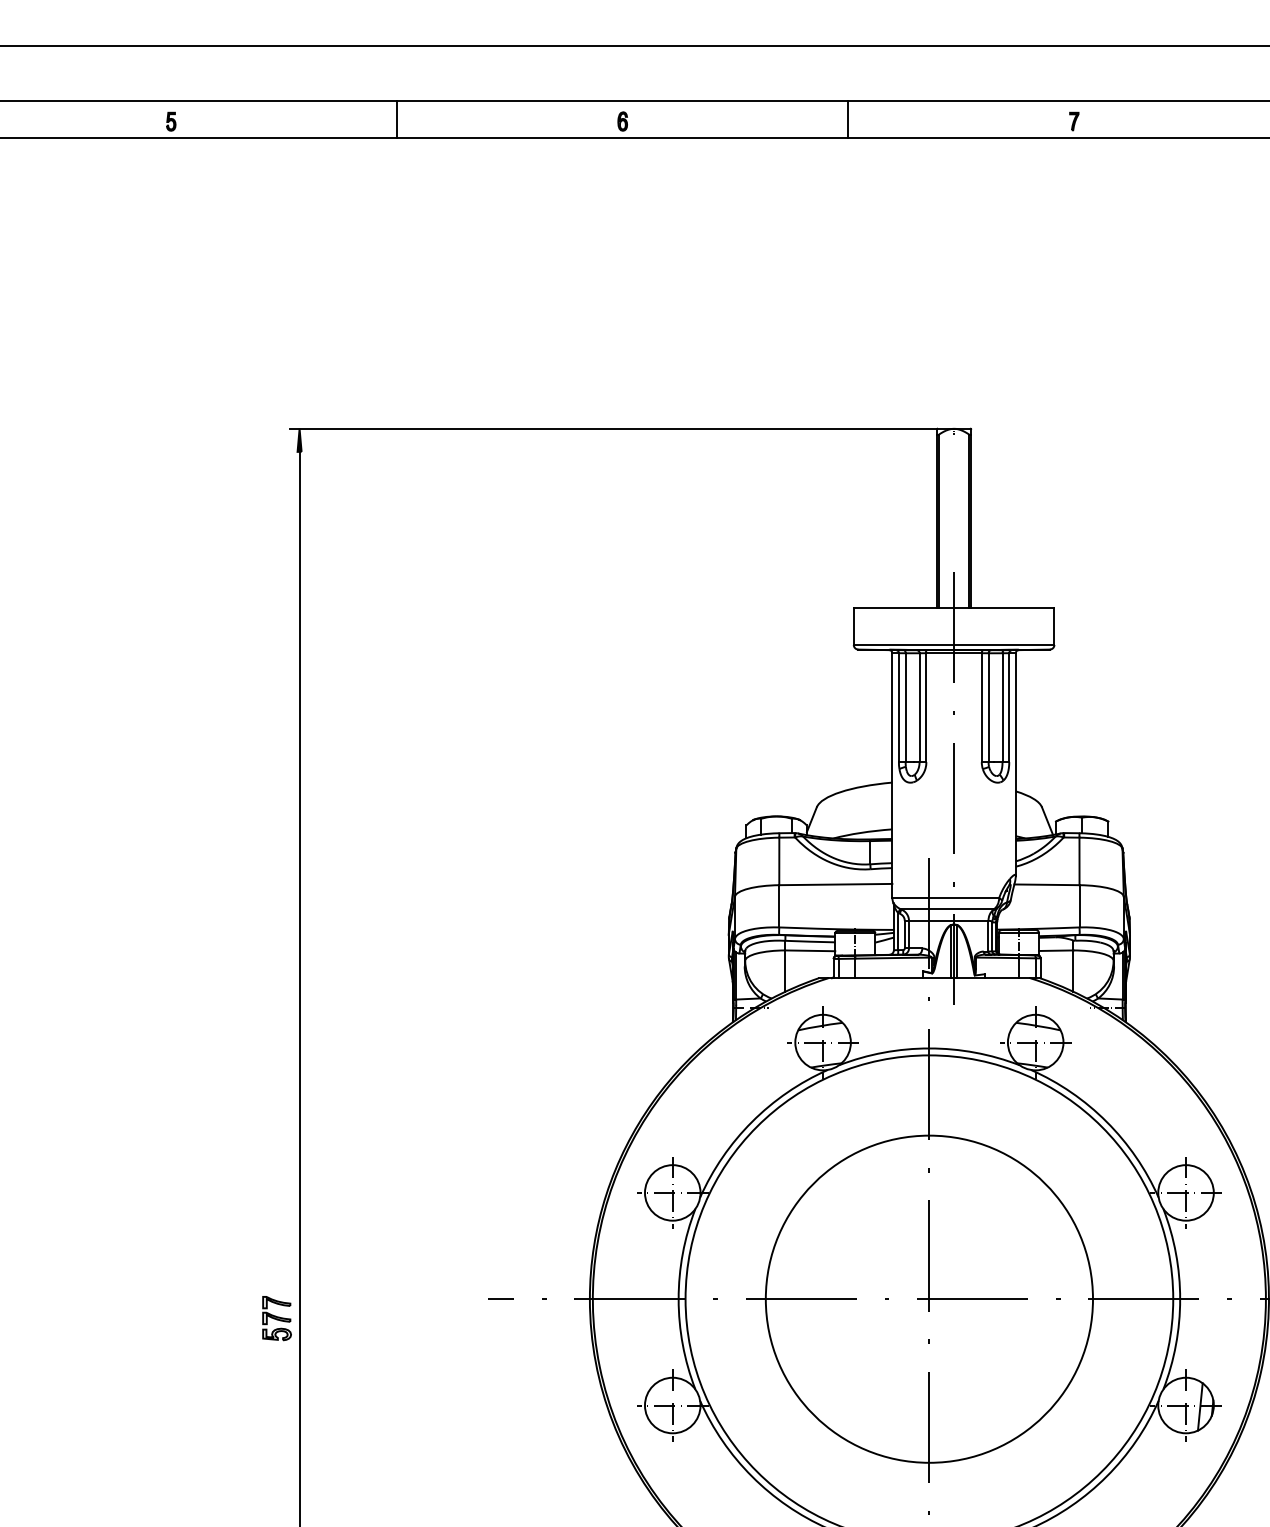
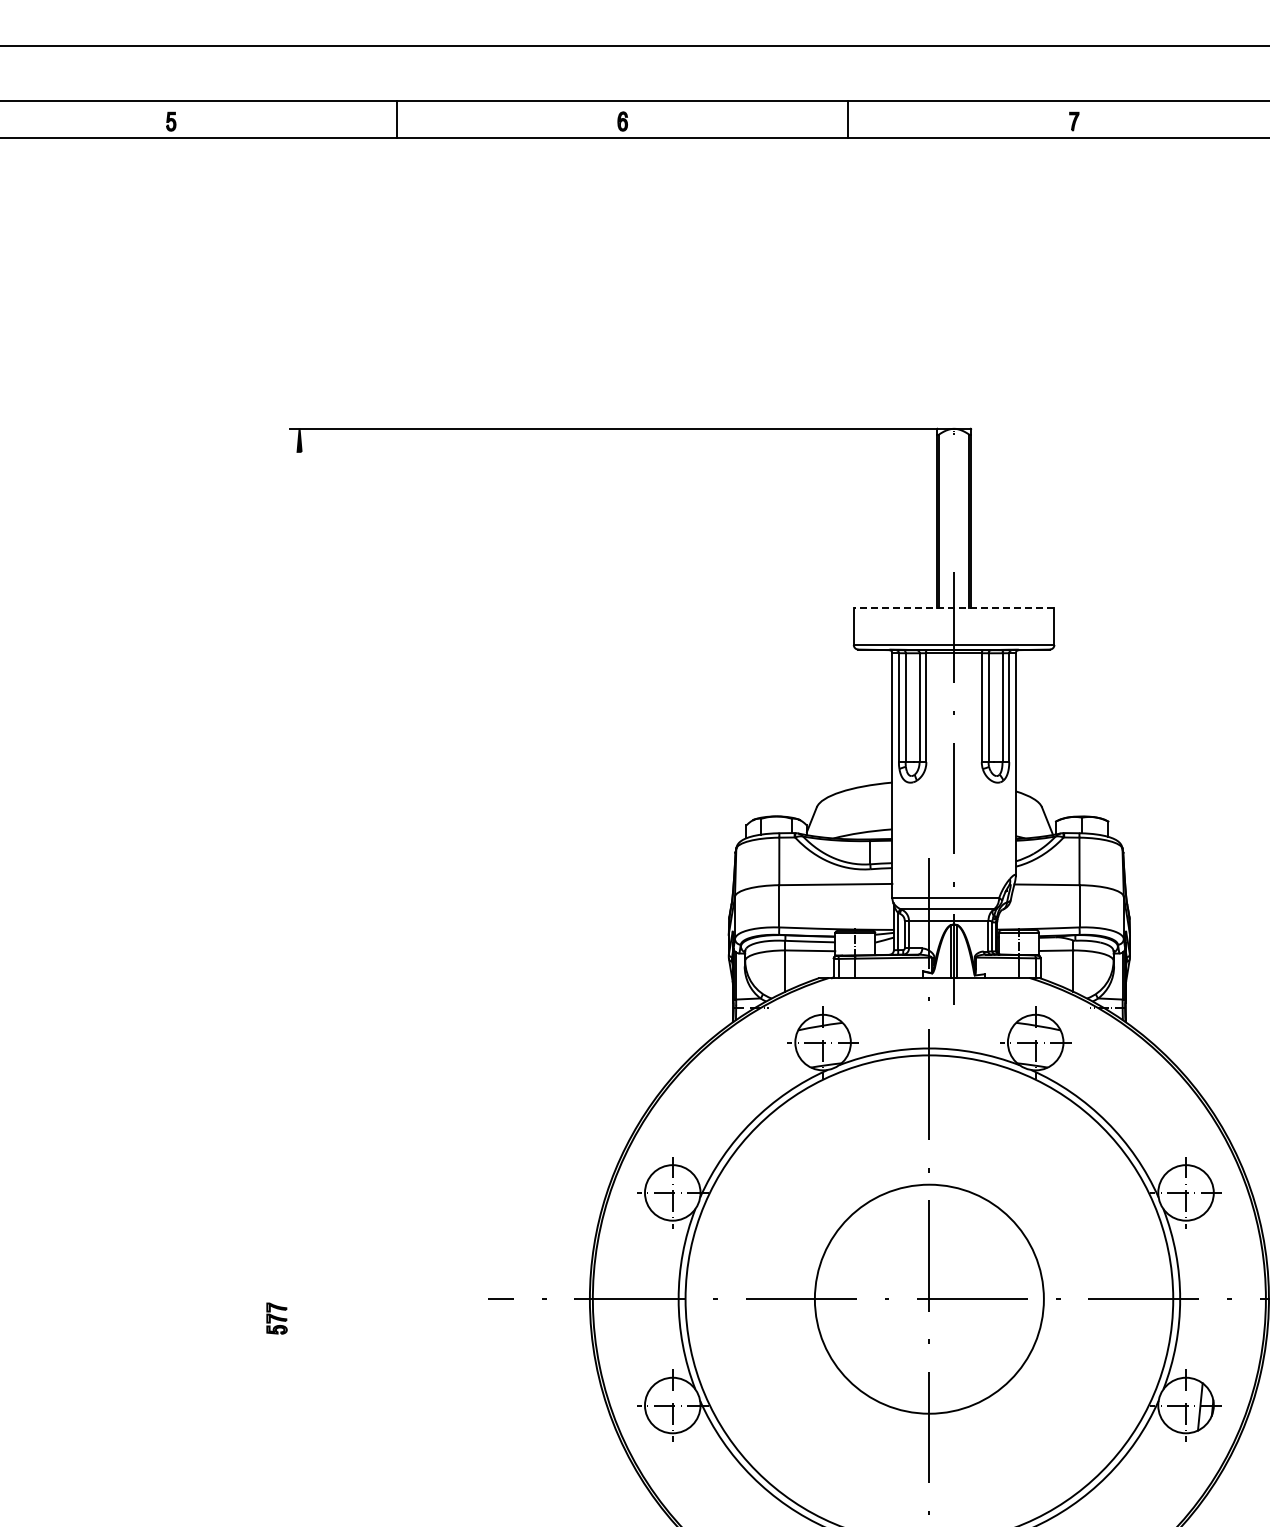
line at (953, 607): solid -> dashed
line at (299, 987): present -> none
circle at (928, 1298) diameter: 327 px -> 229 px
part at (276, 1318) size: 30x46 px -> 22x33 px
